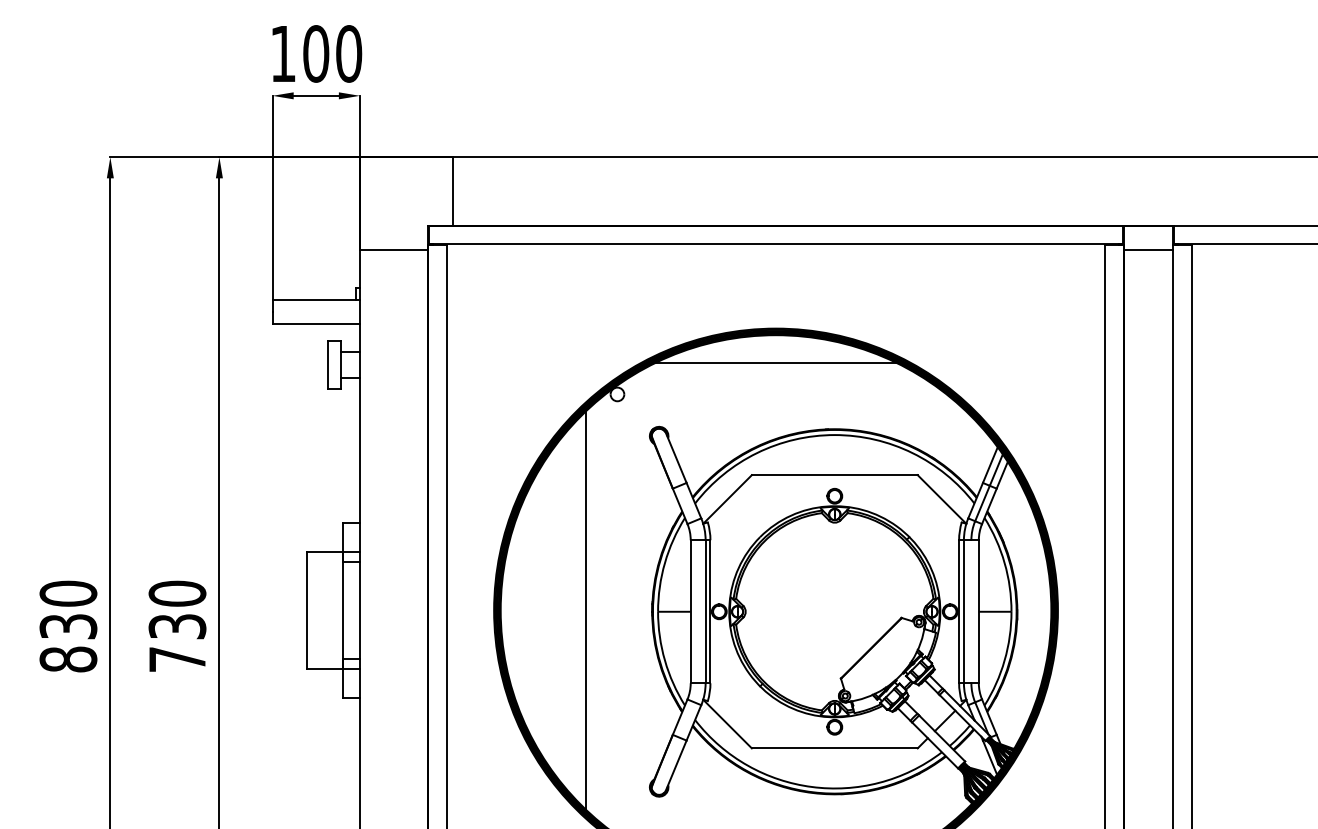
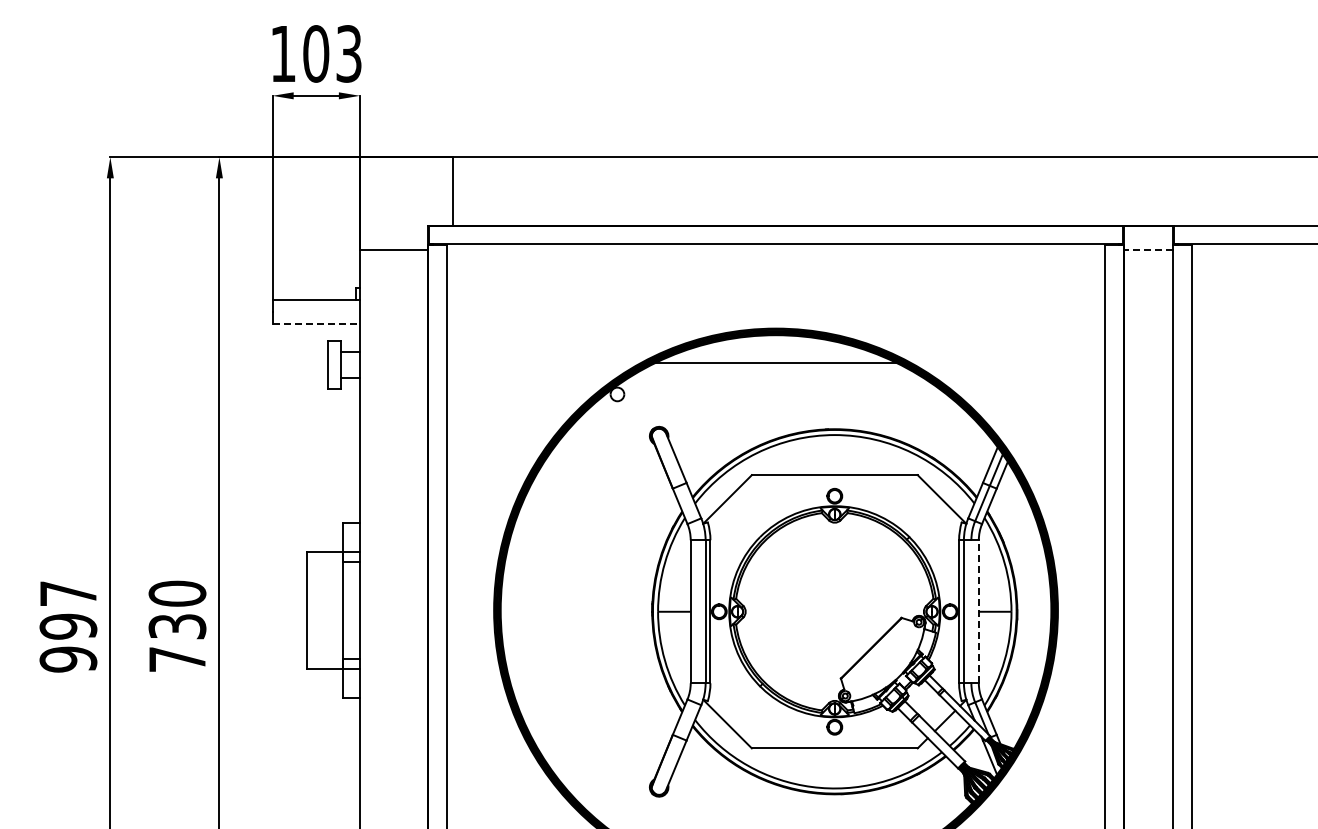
text at (349, 53): 100 -> 103
line at (1148, 250): solid -> dashed
line at (316, 323): solid -> dashed
line at (586, 610): present -> none
line at (978, 611): solid -> dashed
text at (68, 626): 830 -> 997
